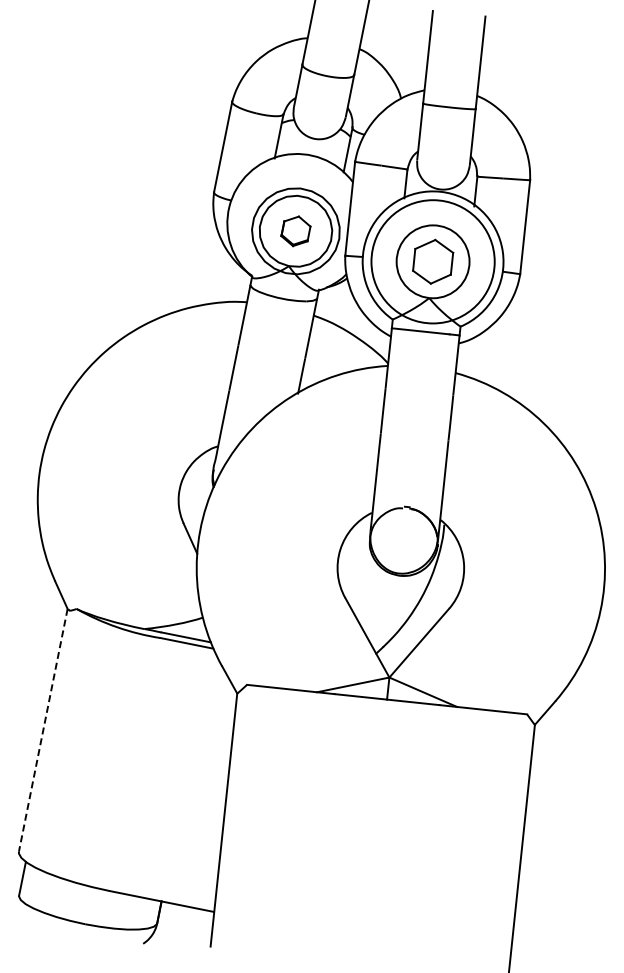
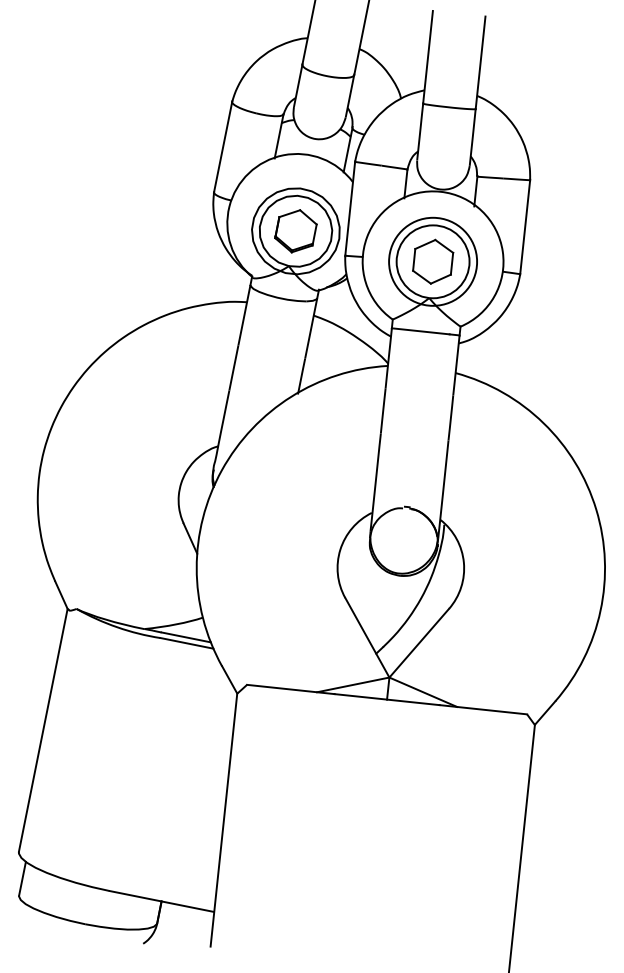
part at (295, 231) size: 32x33 px -> 44x45 px
circle at (432, 261) diameter: 123 px -> 88 px
line at (43, 730): dashed -> solid
